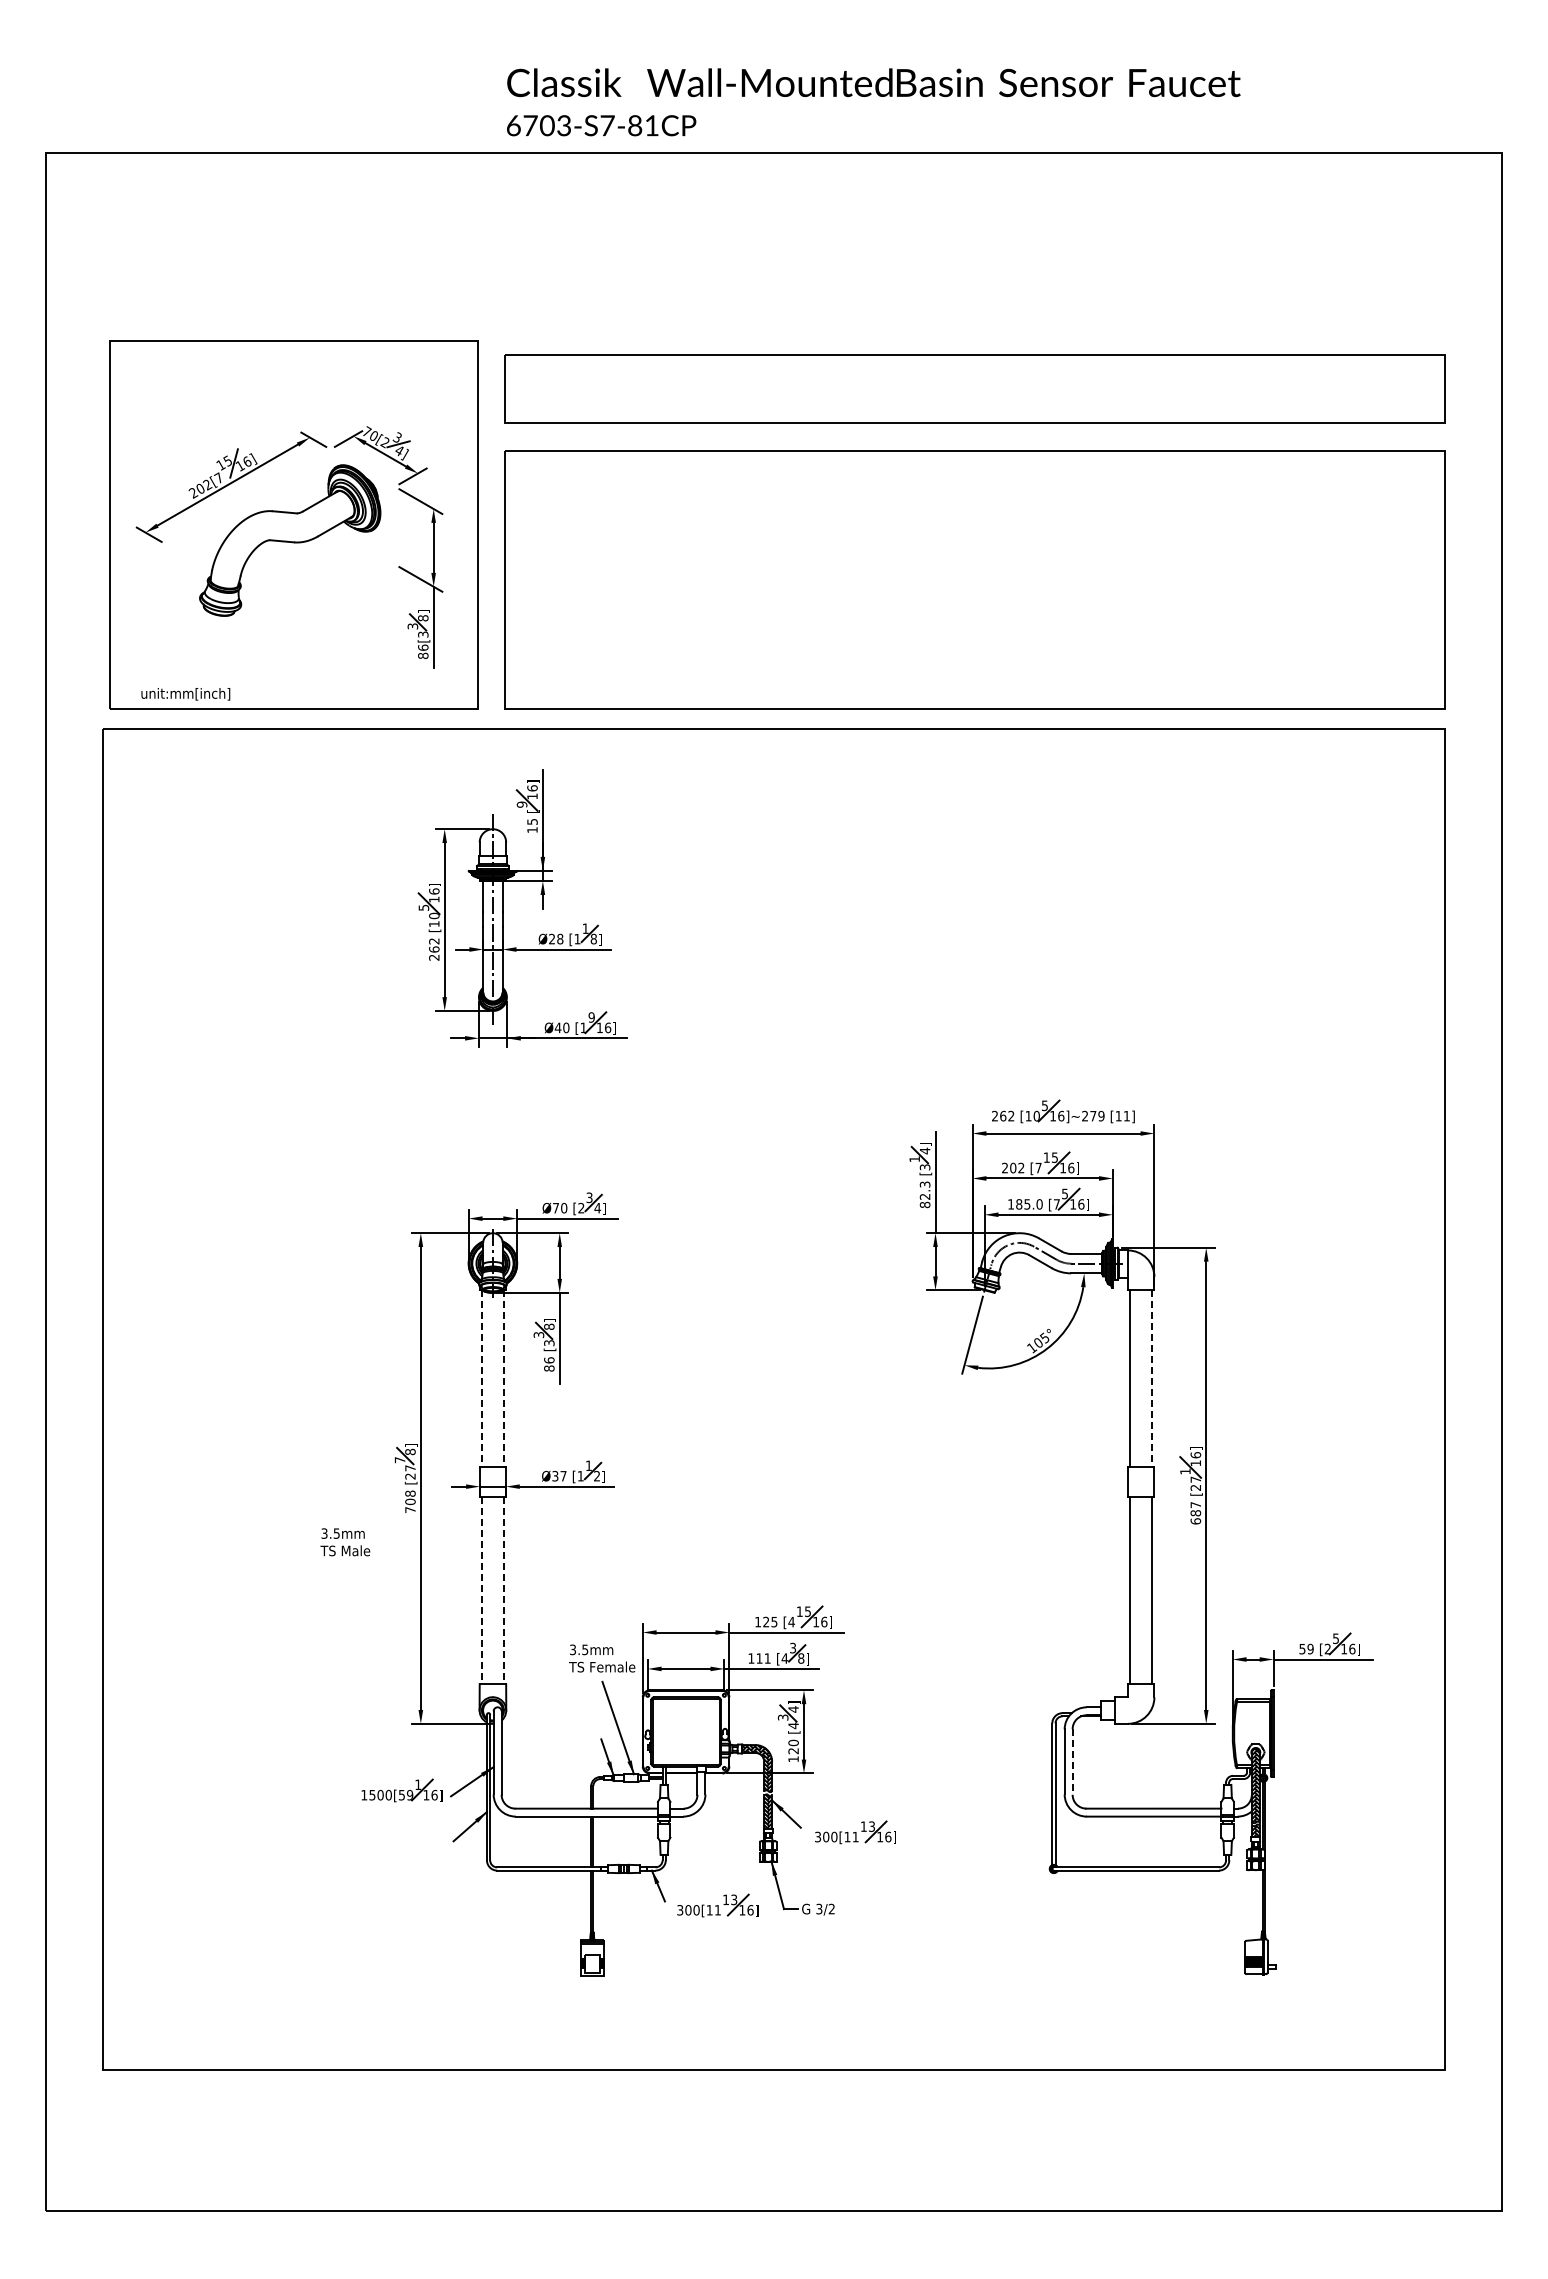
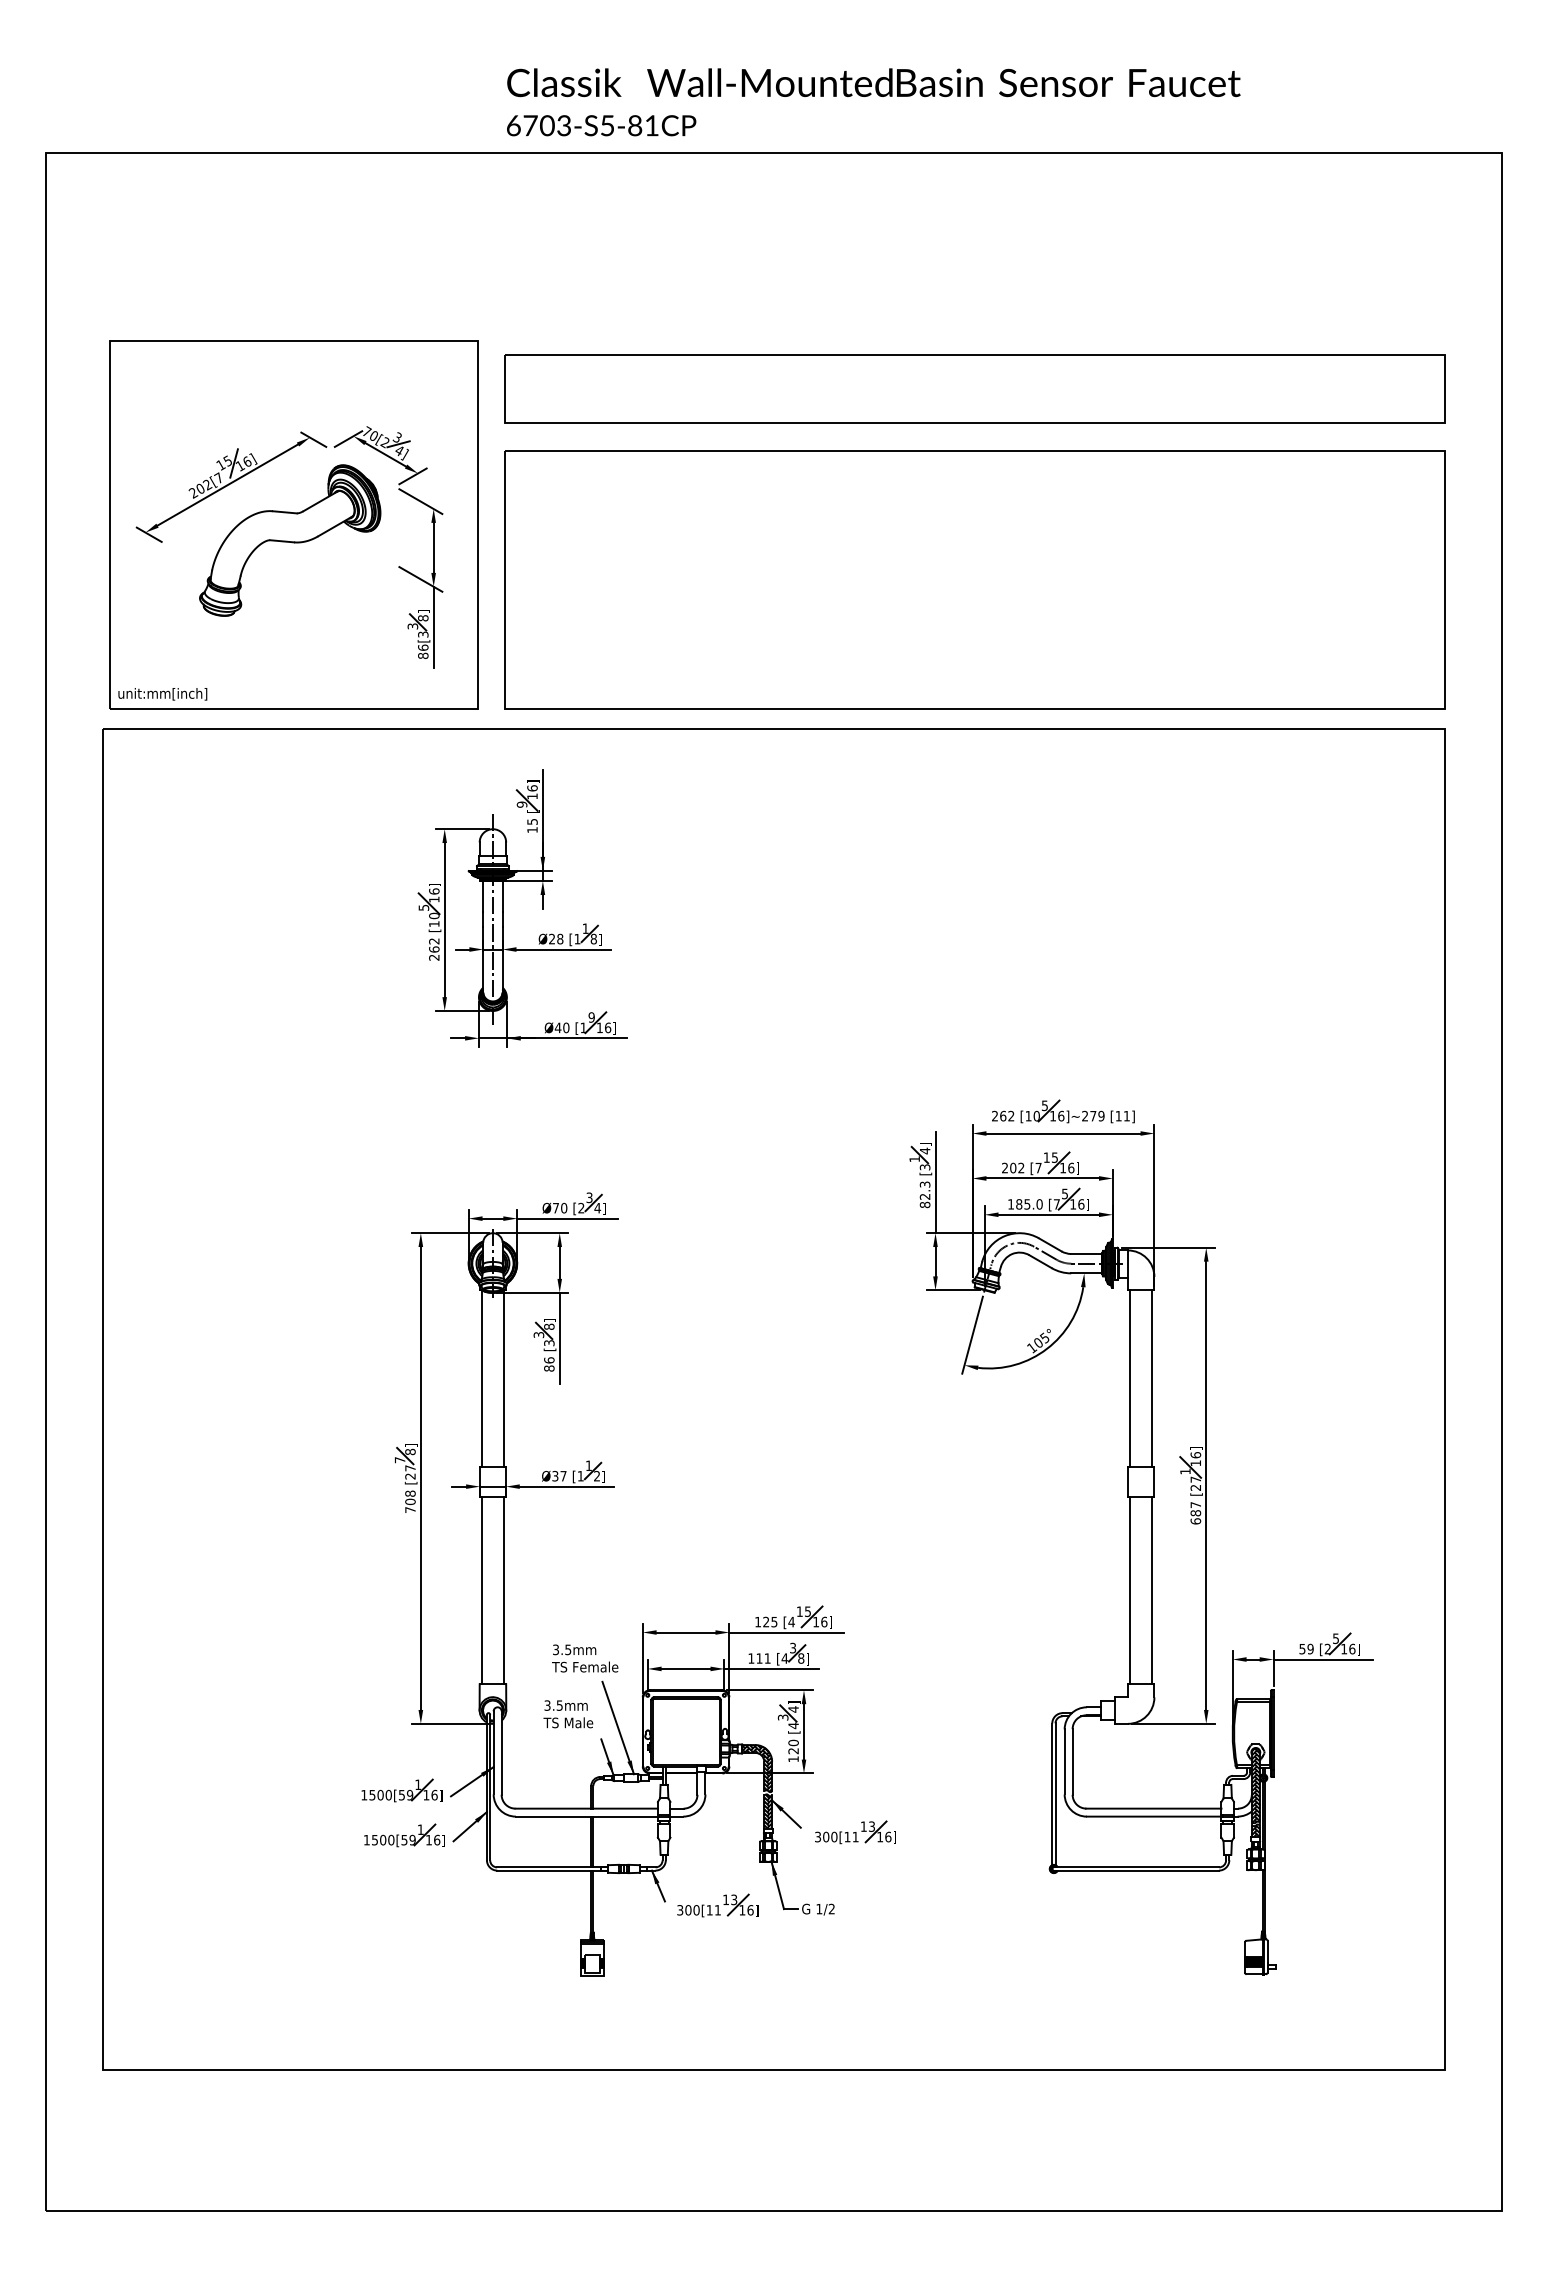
text at (607, 125): 6703-S7-81CP -> 6703-S5-81CP
text at (185, 694) position: (185, 694) -> (162, 694)
line at (481, 1378): dashed -> solid
line at (504, 1378): dashed -> solid
line at (1152, 1378): dashed -> solid
text at (345, 1542) position: (345, 1542) -> (568, 1714)
line at (481, 1590): dashed -> solid
line at (504, 1590): dashed -> solid
text at (602, 1658) position: (602, 1658) -> (585, 1658)
line at (1072, 1761): dashed -> solid
part at (404, 1835): none -> present
text at (819, 1908): 3/2 -> 1/2
